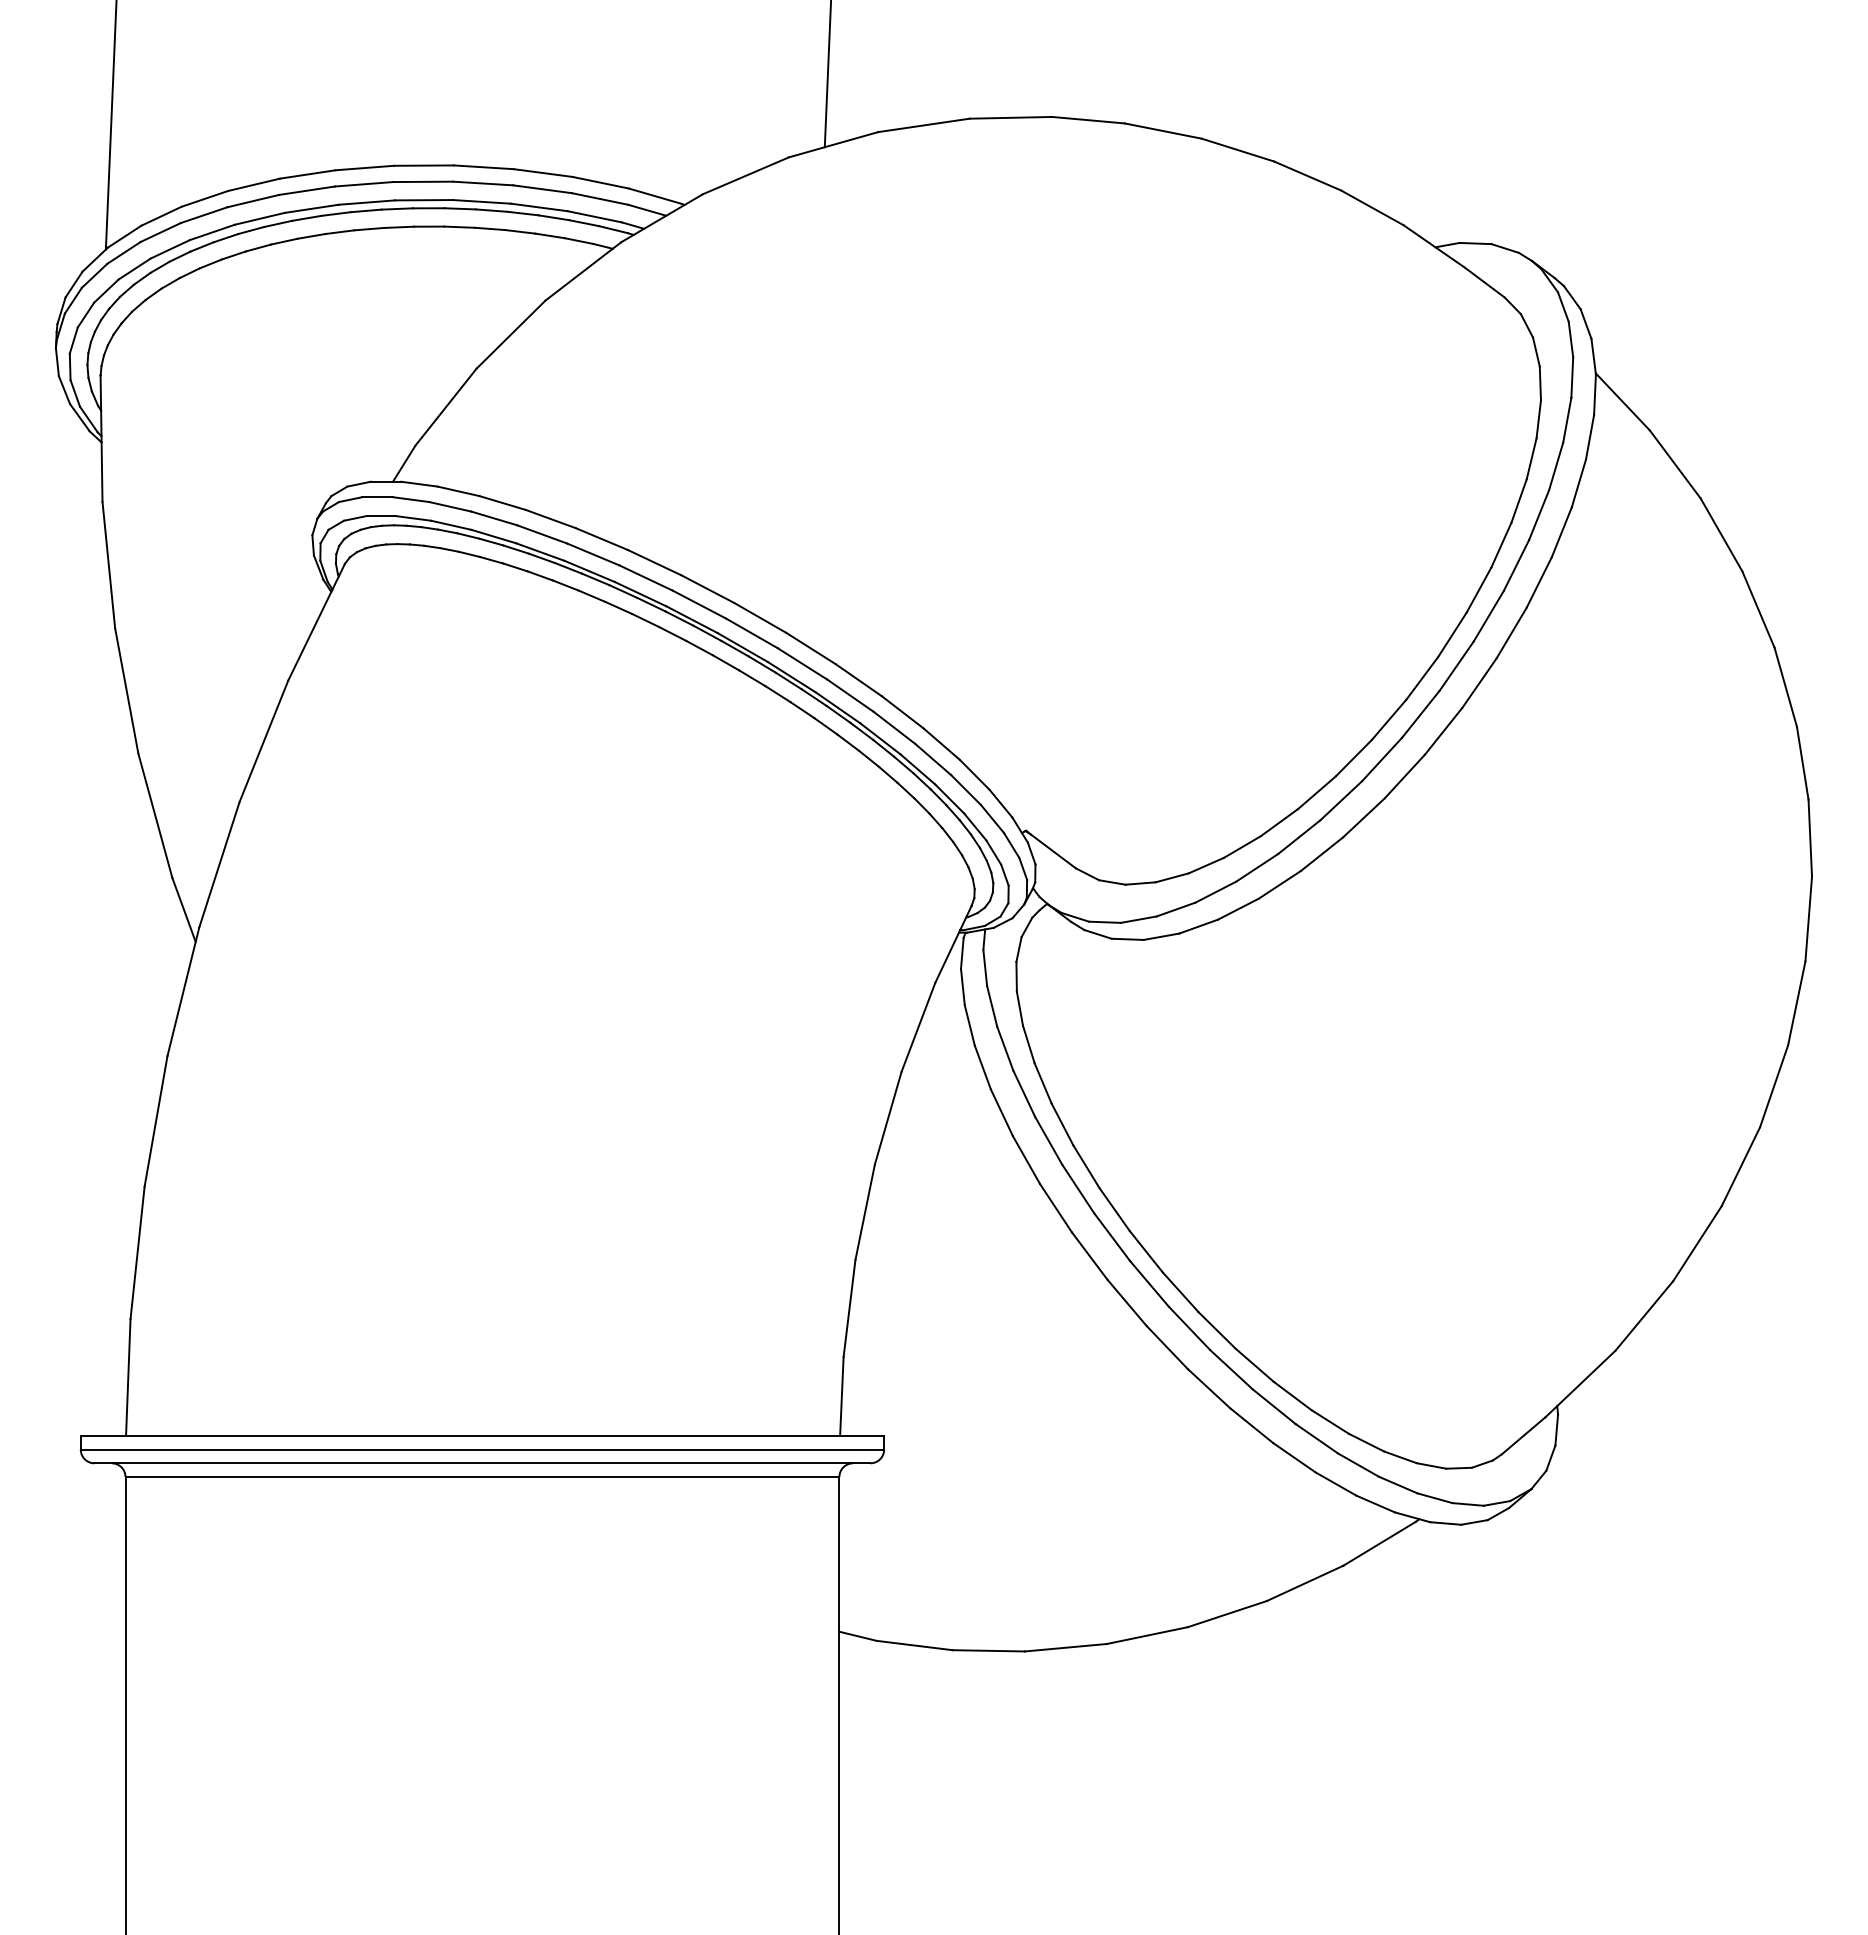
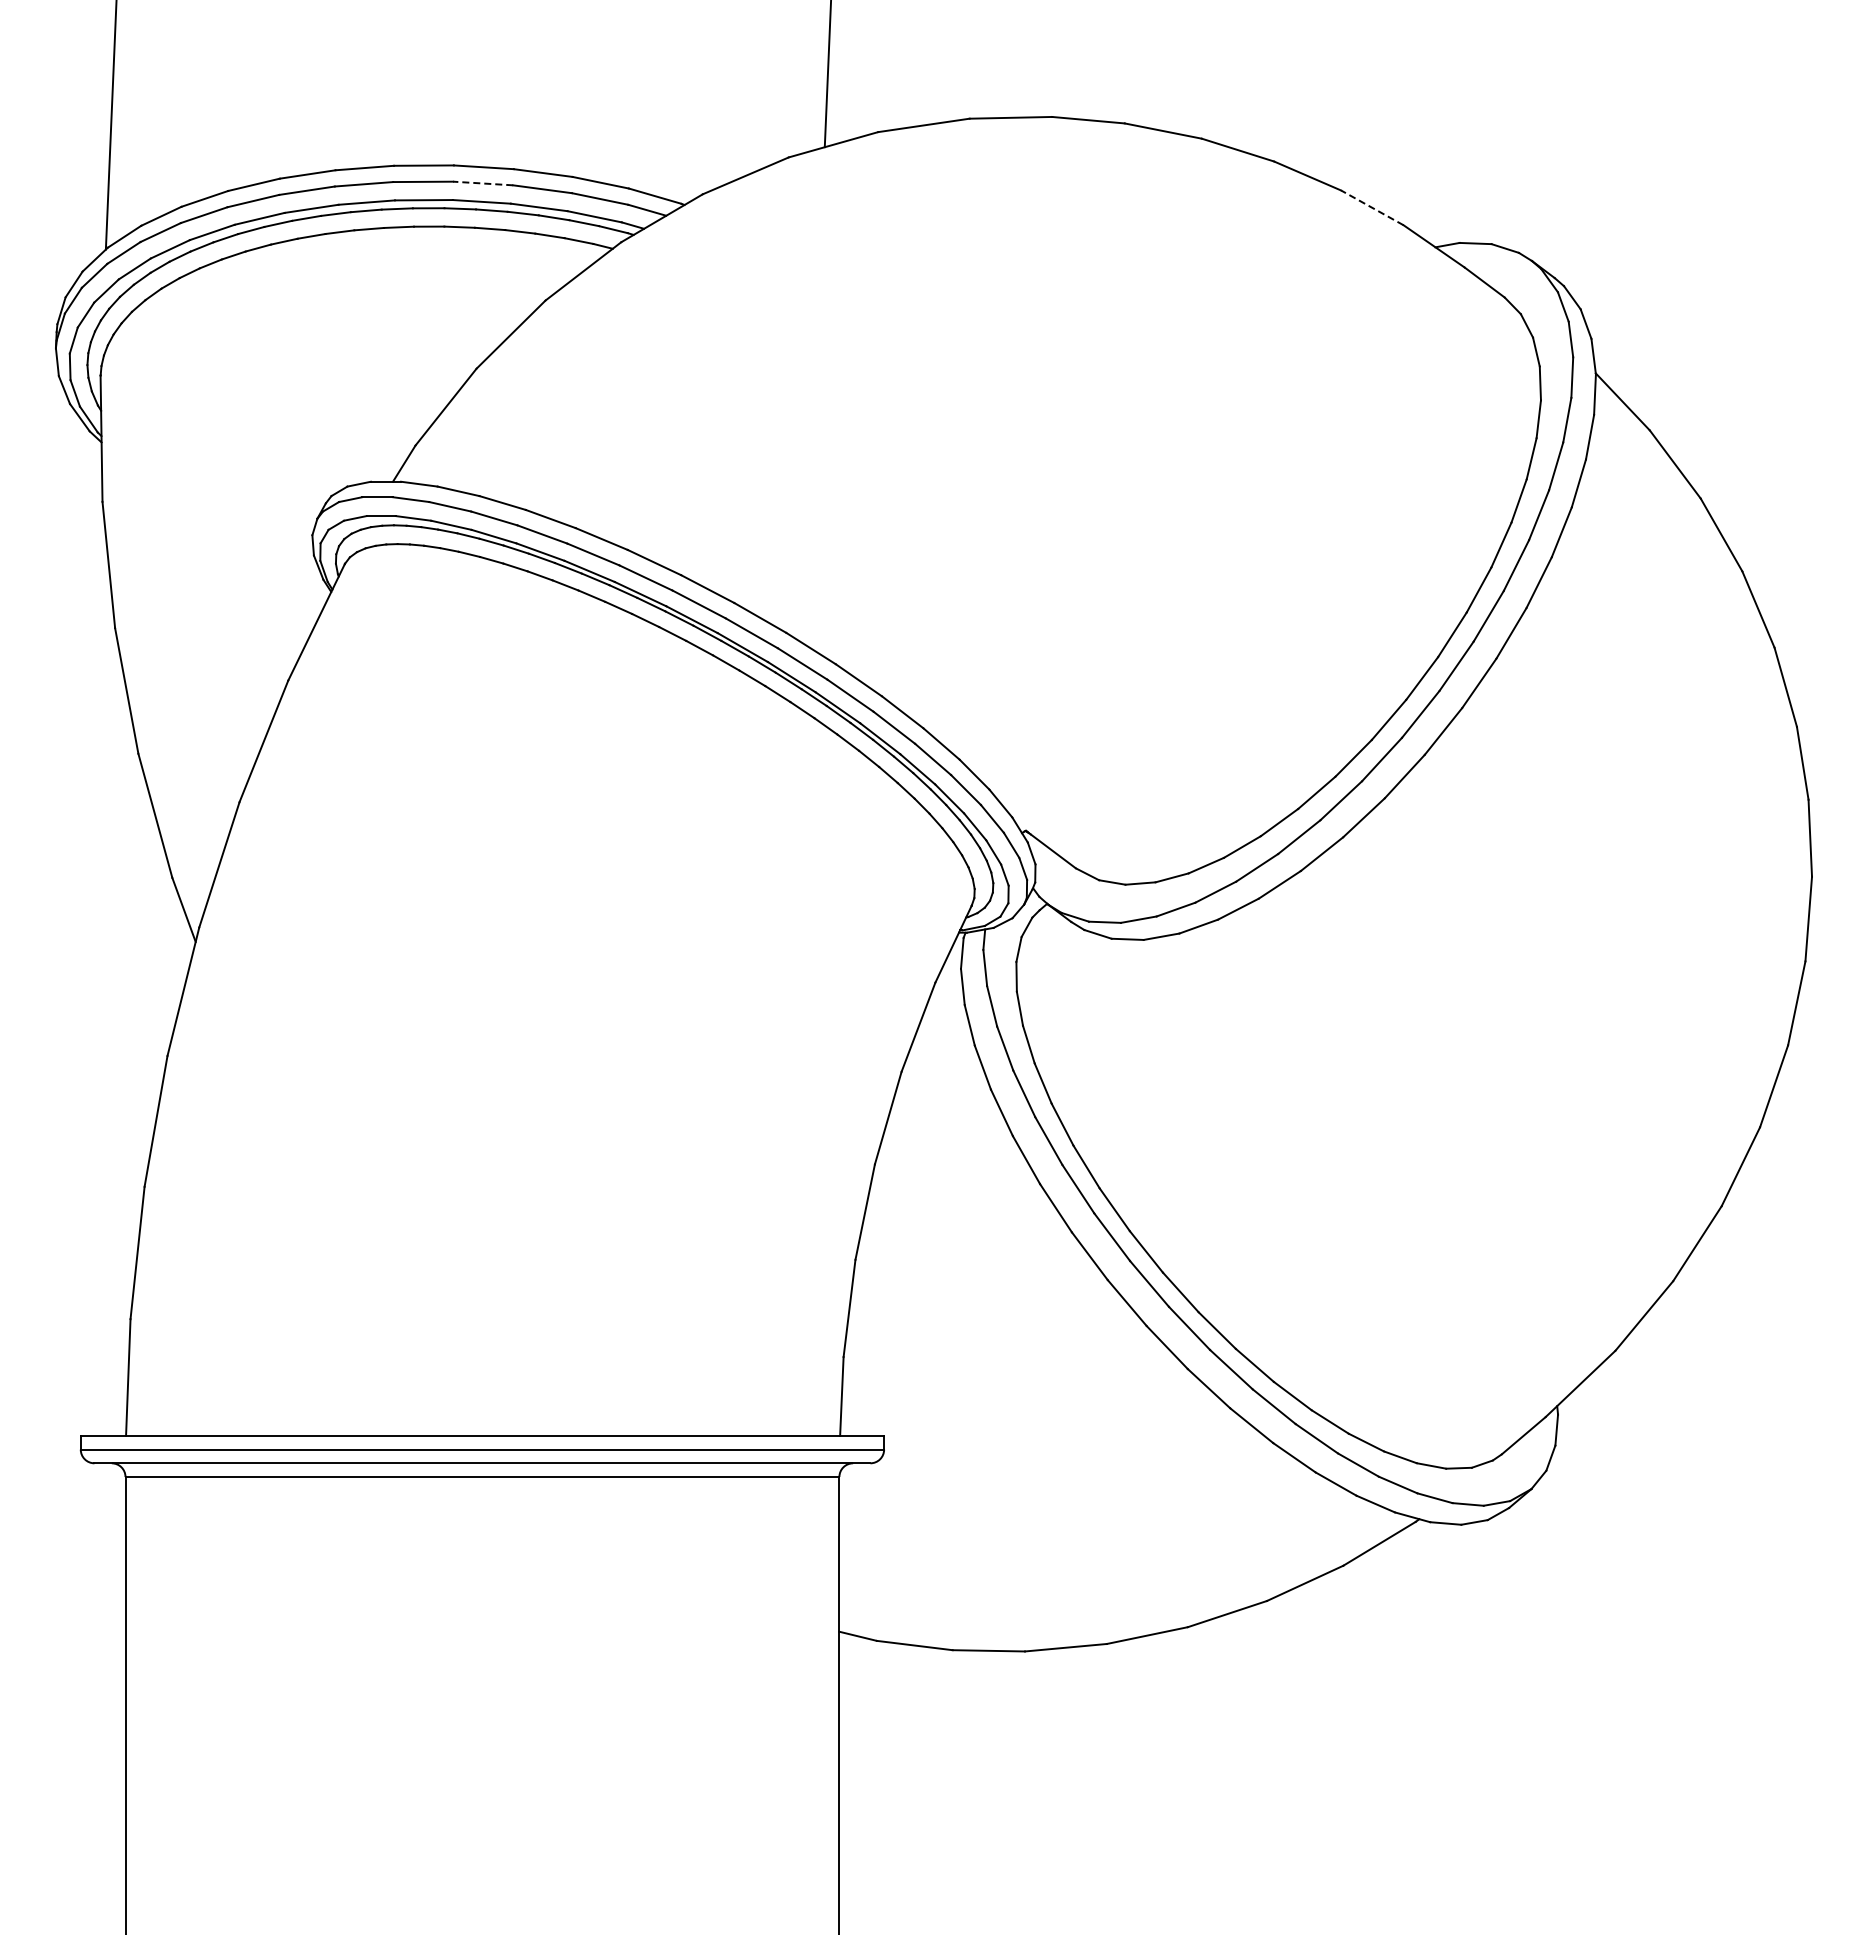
line at (482, 183): solid -> dashed
line at (1372, 207): solid -> dashed
